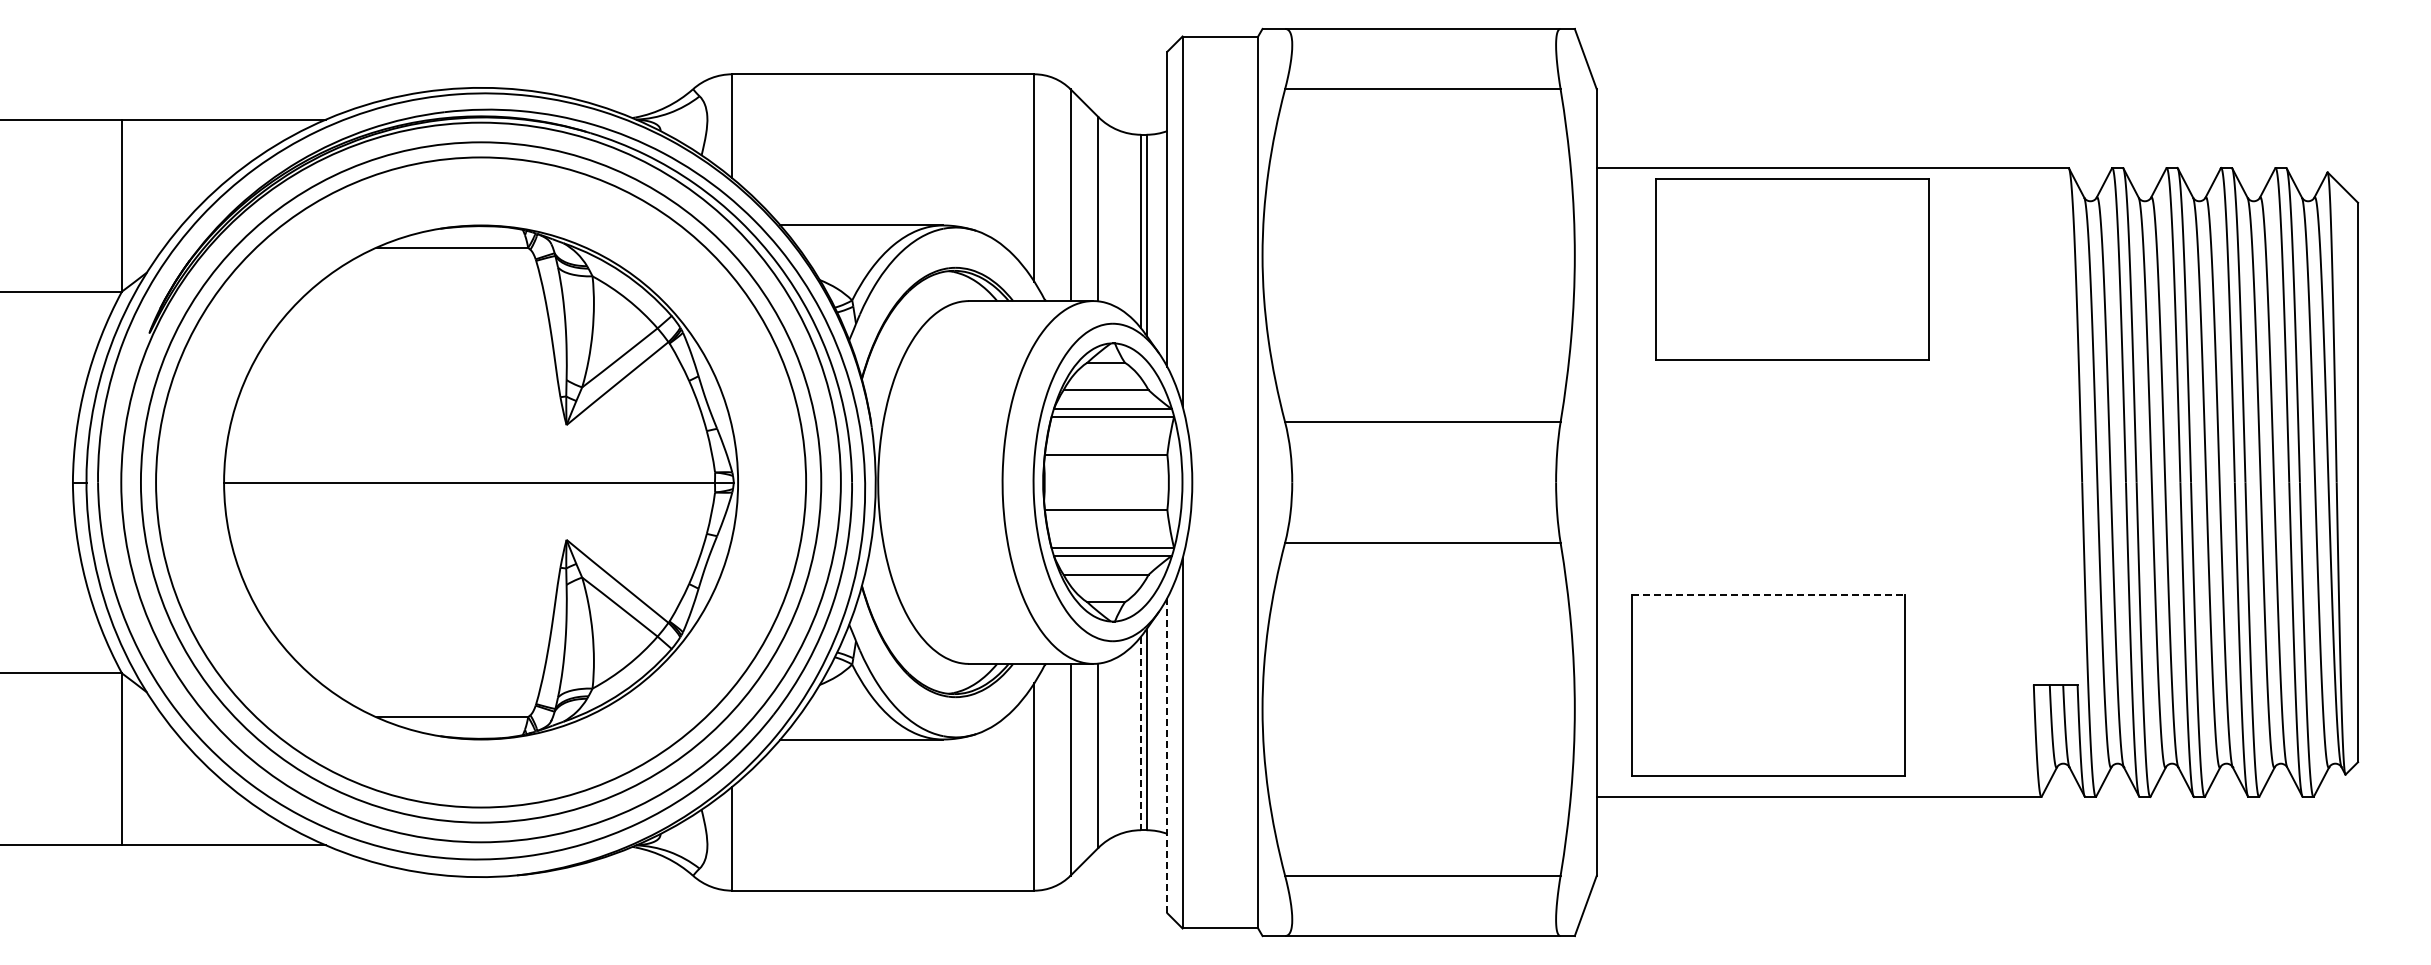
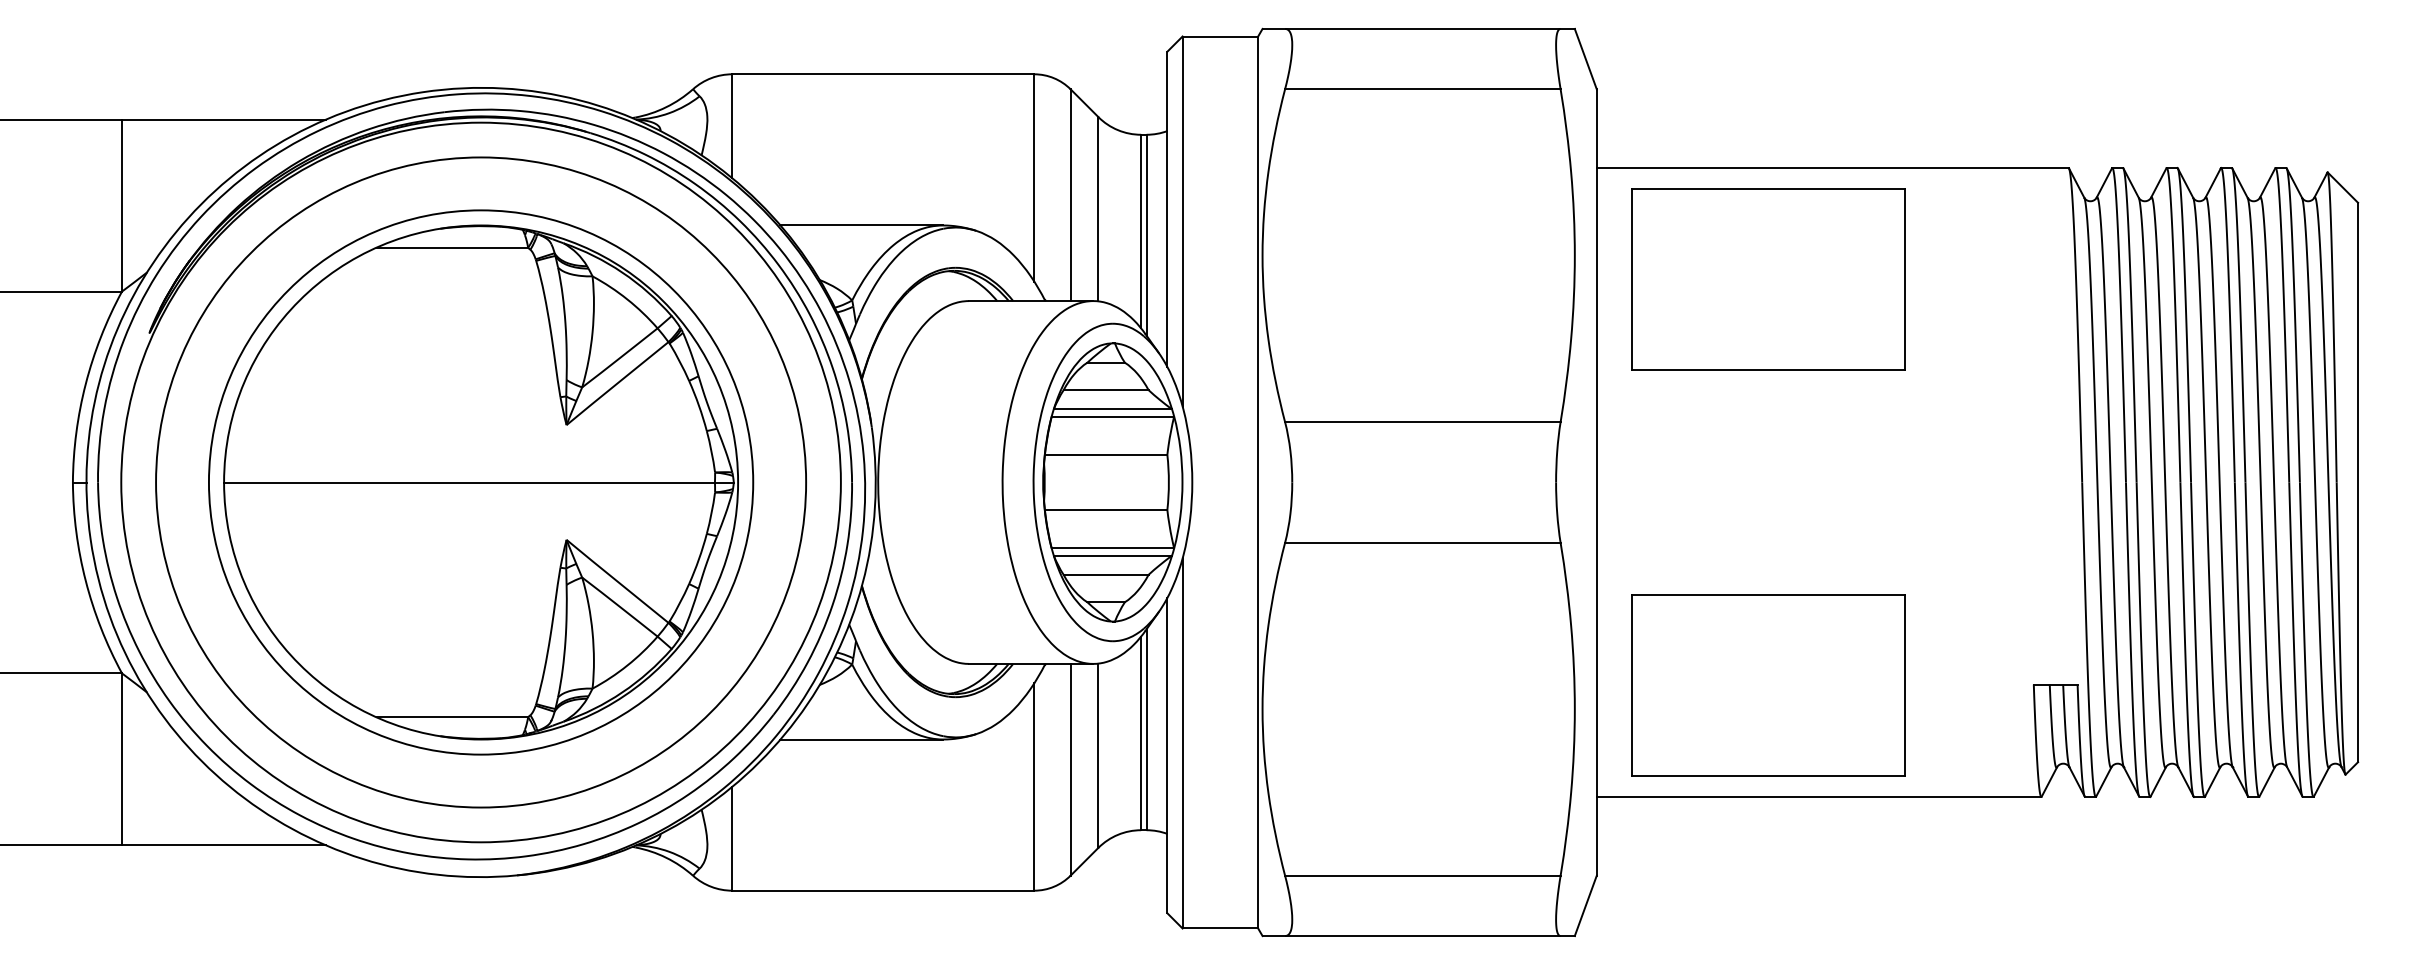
part at (1792, 269) position: (1792, 269) -> (1768, 279)
circle at (480, 482) diameter: 680 px -> 544 px
line at (1768, 595): dashed -> solid
line at (1141, 733): dashed -> solid
line at (1167, 755): dashed -> solid
